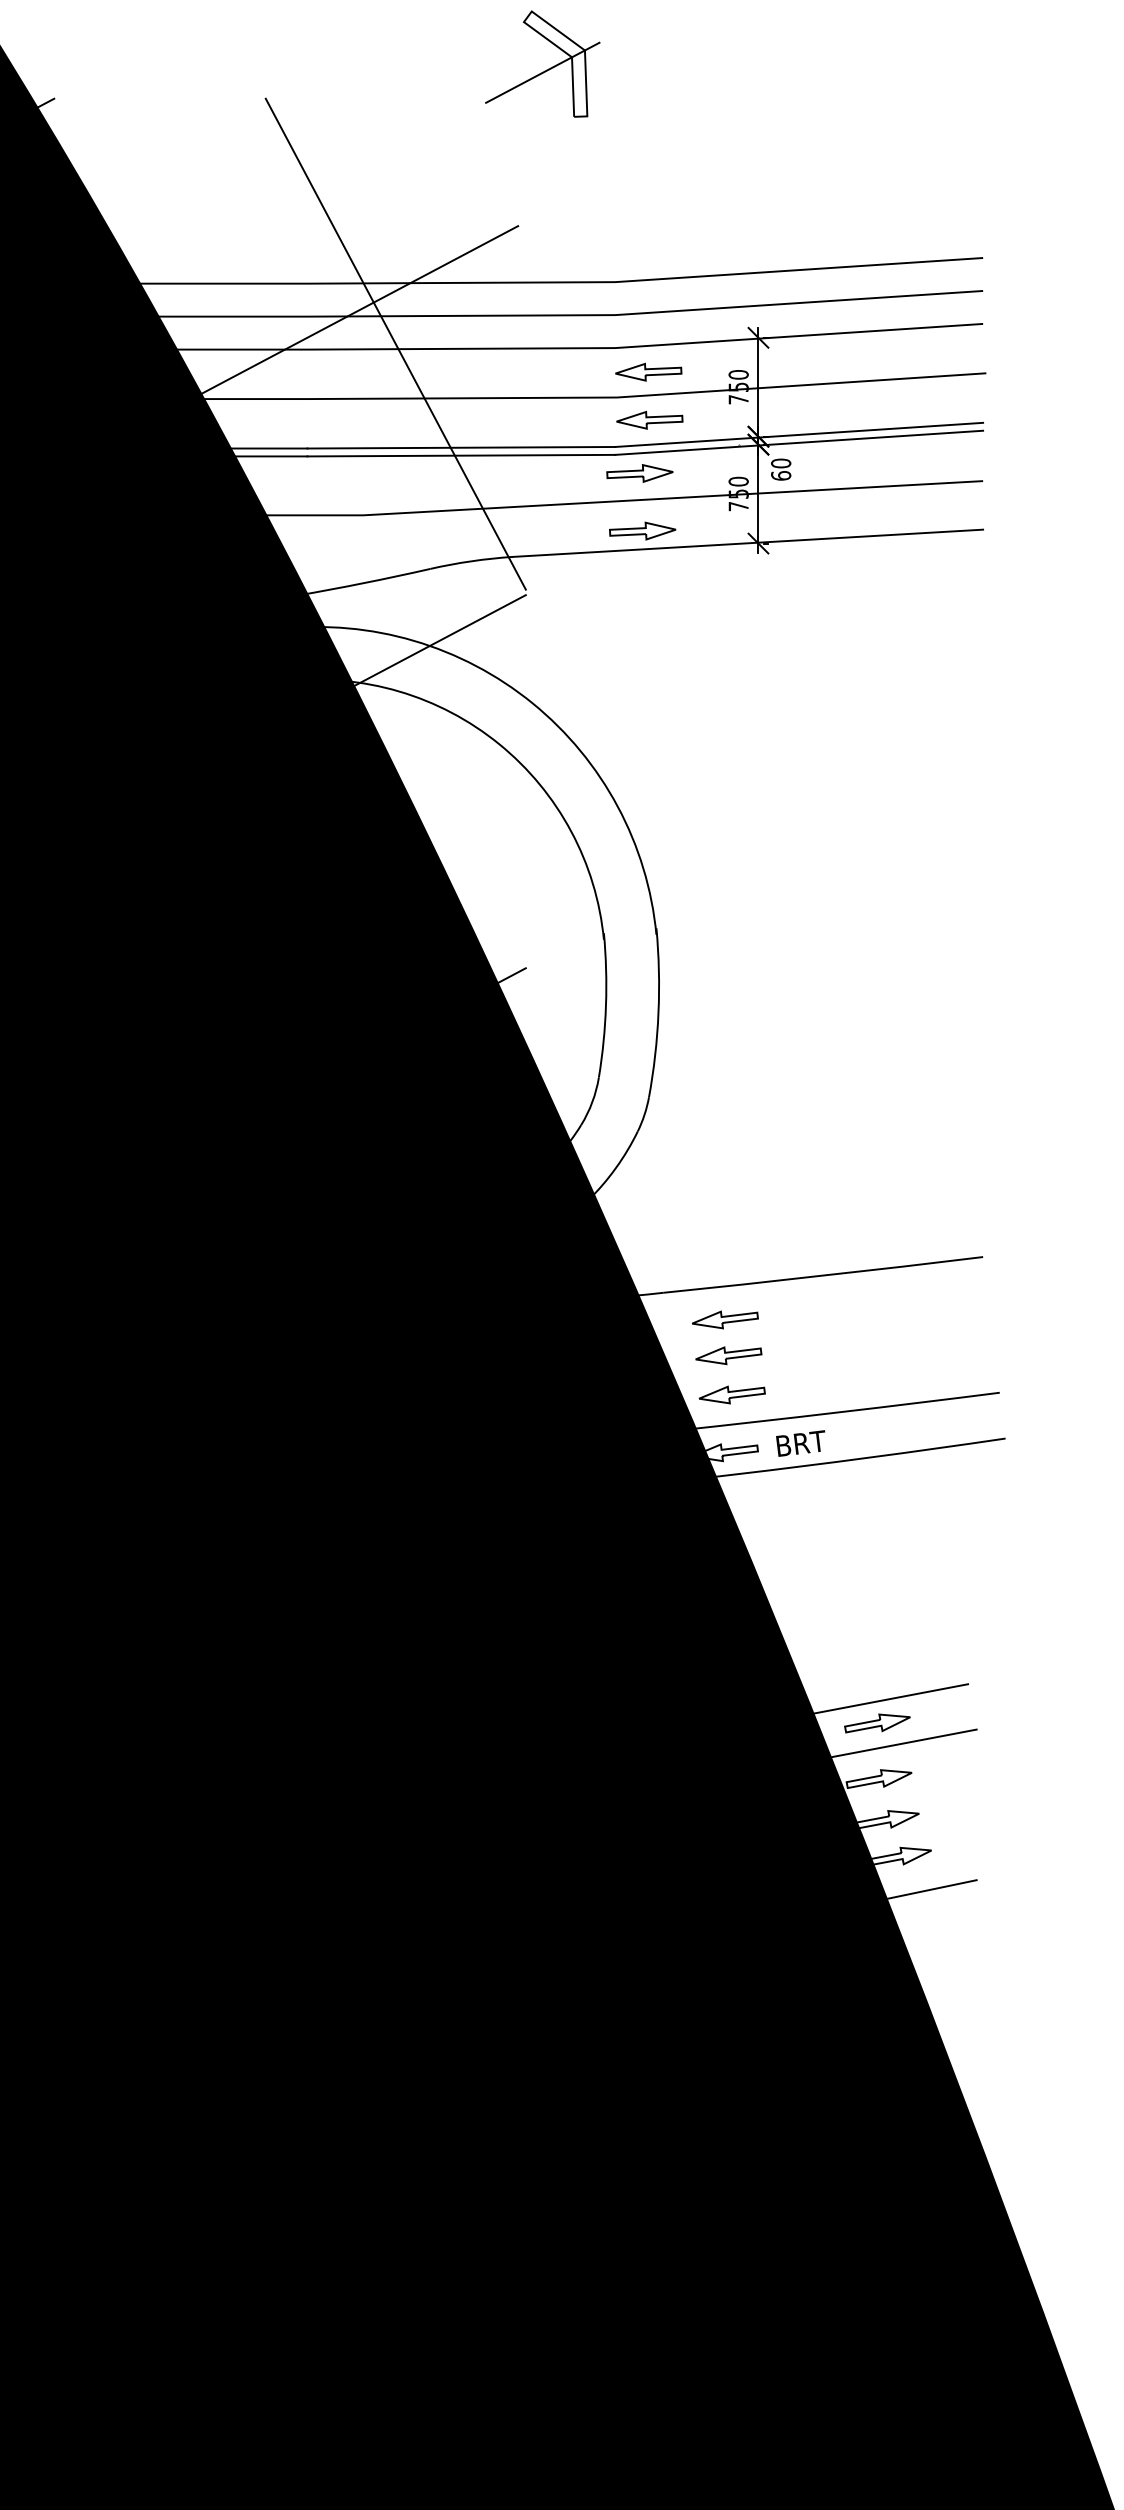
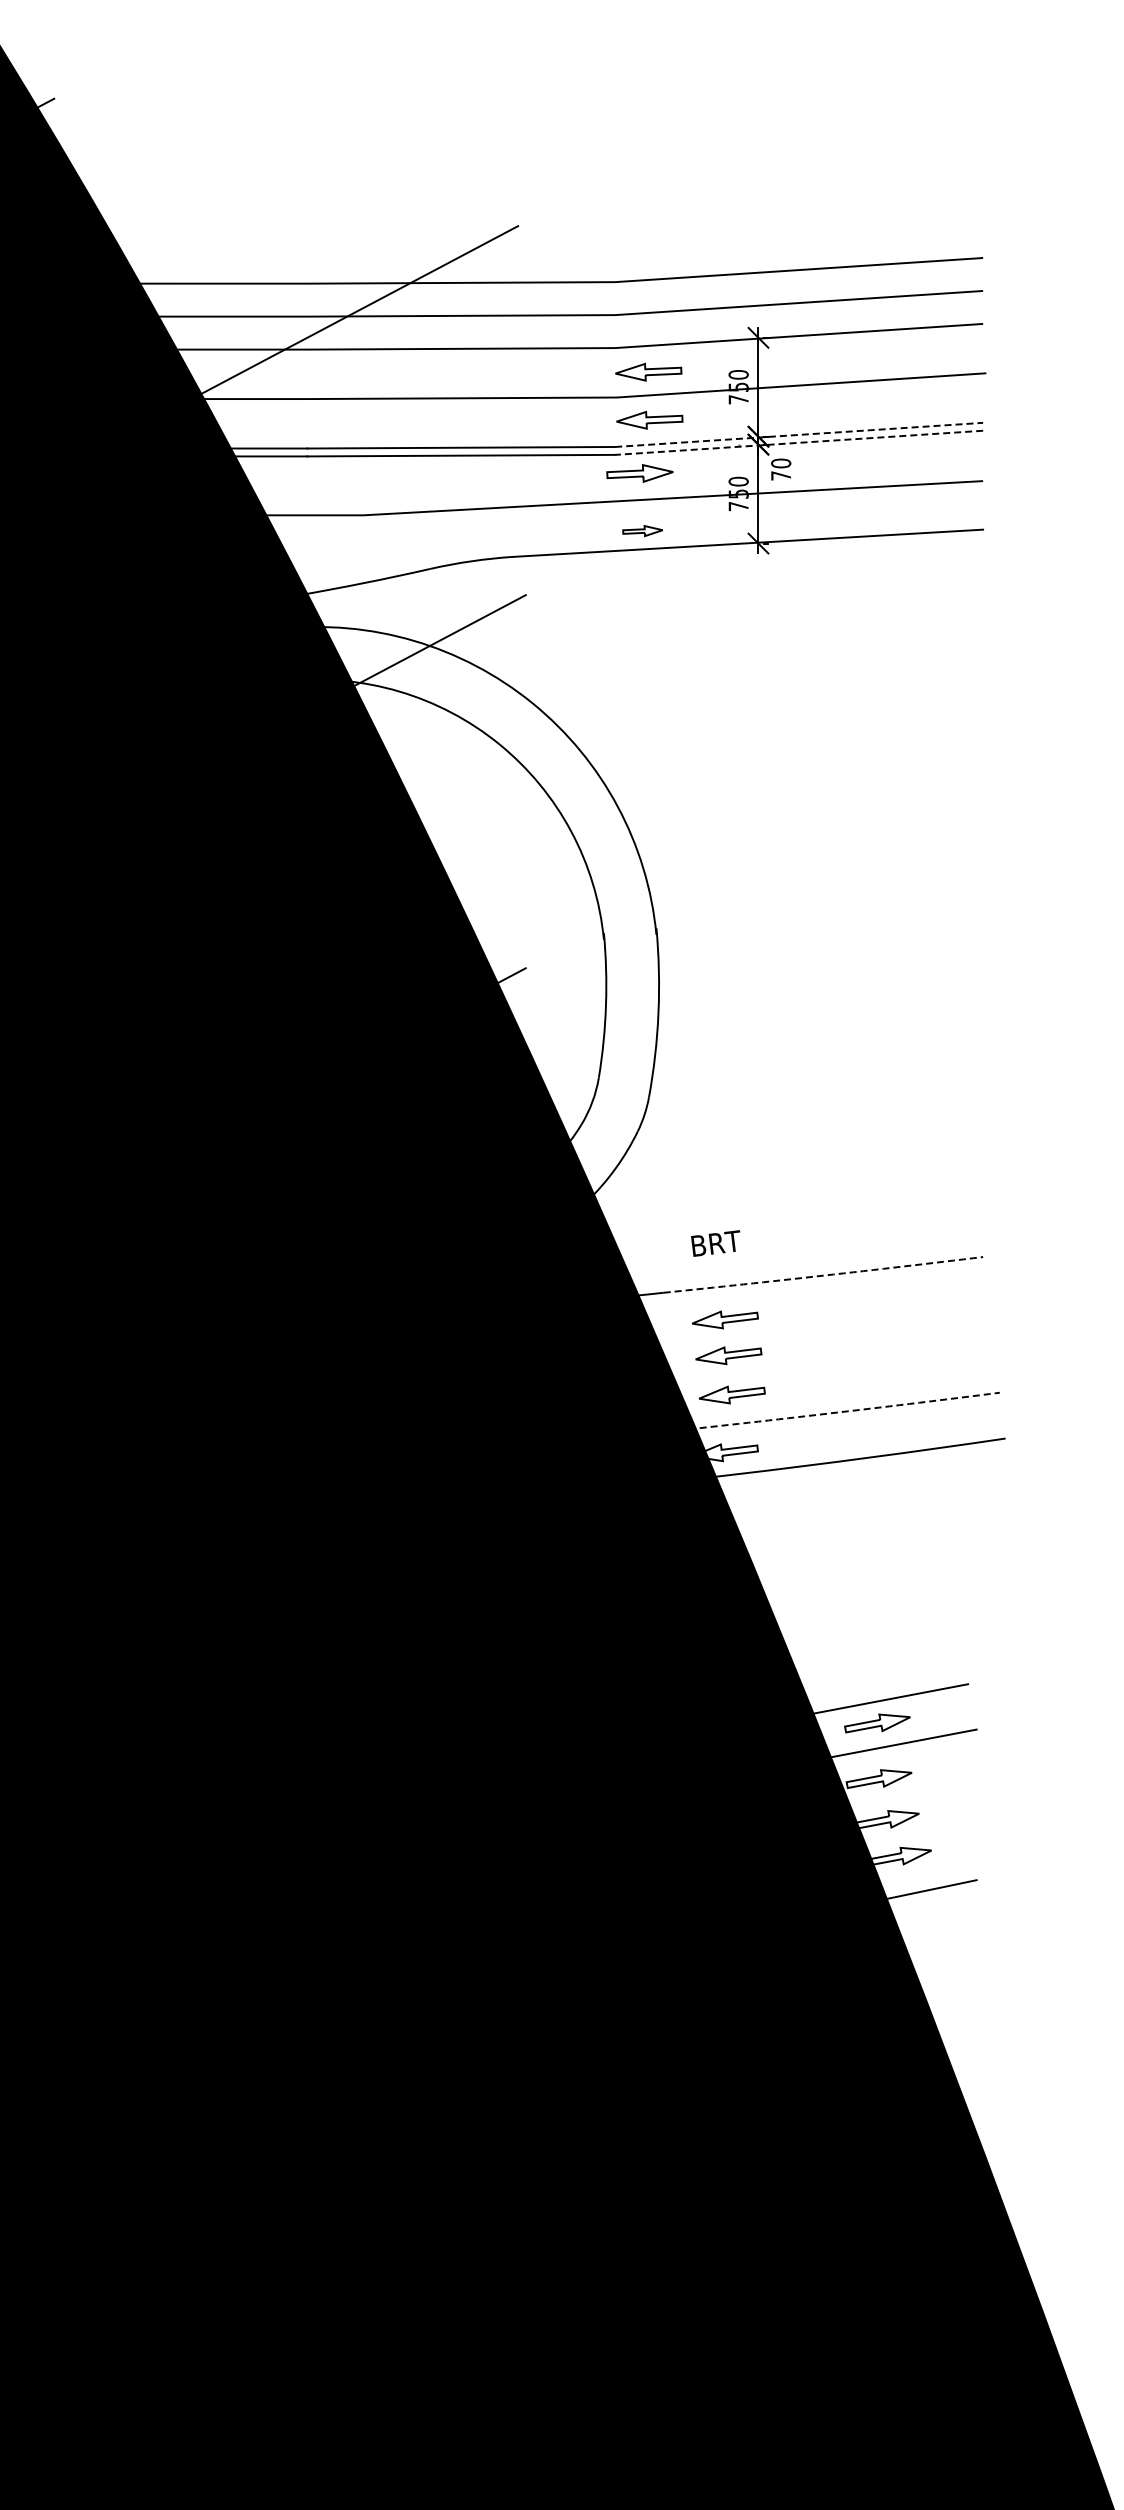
part at (546, 69): present -> none
line at (395, 343): present -> none
line at (799, 434): solid -> dashed
line at (798, 442): solid -> dashed
text at (781, 475): 60 -> 70
part at (642, 530) size: 68x20 px -> 41x13 px
arc at (823, 1275): solid -> dashed
arc at (838, 1412): solid -> dashed
text at (800, 1443) position: (800, 1443) -> (715, 1243)
